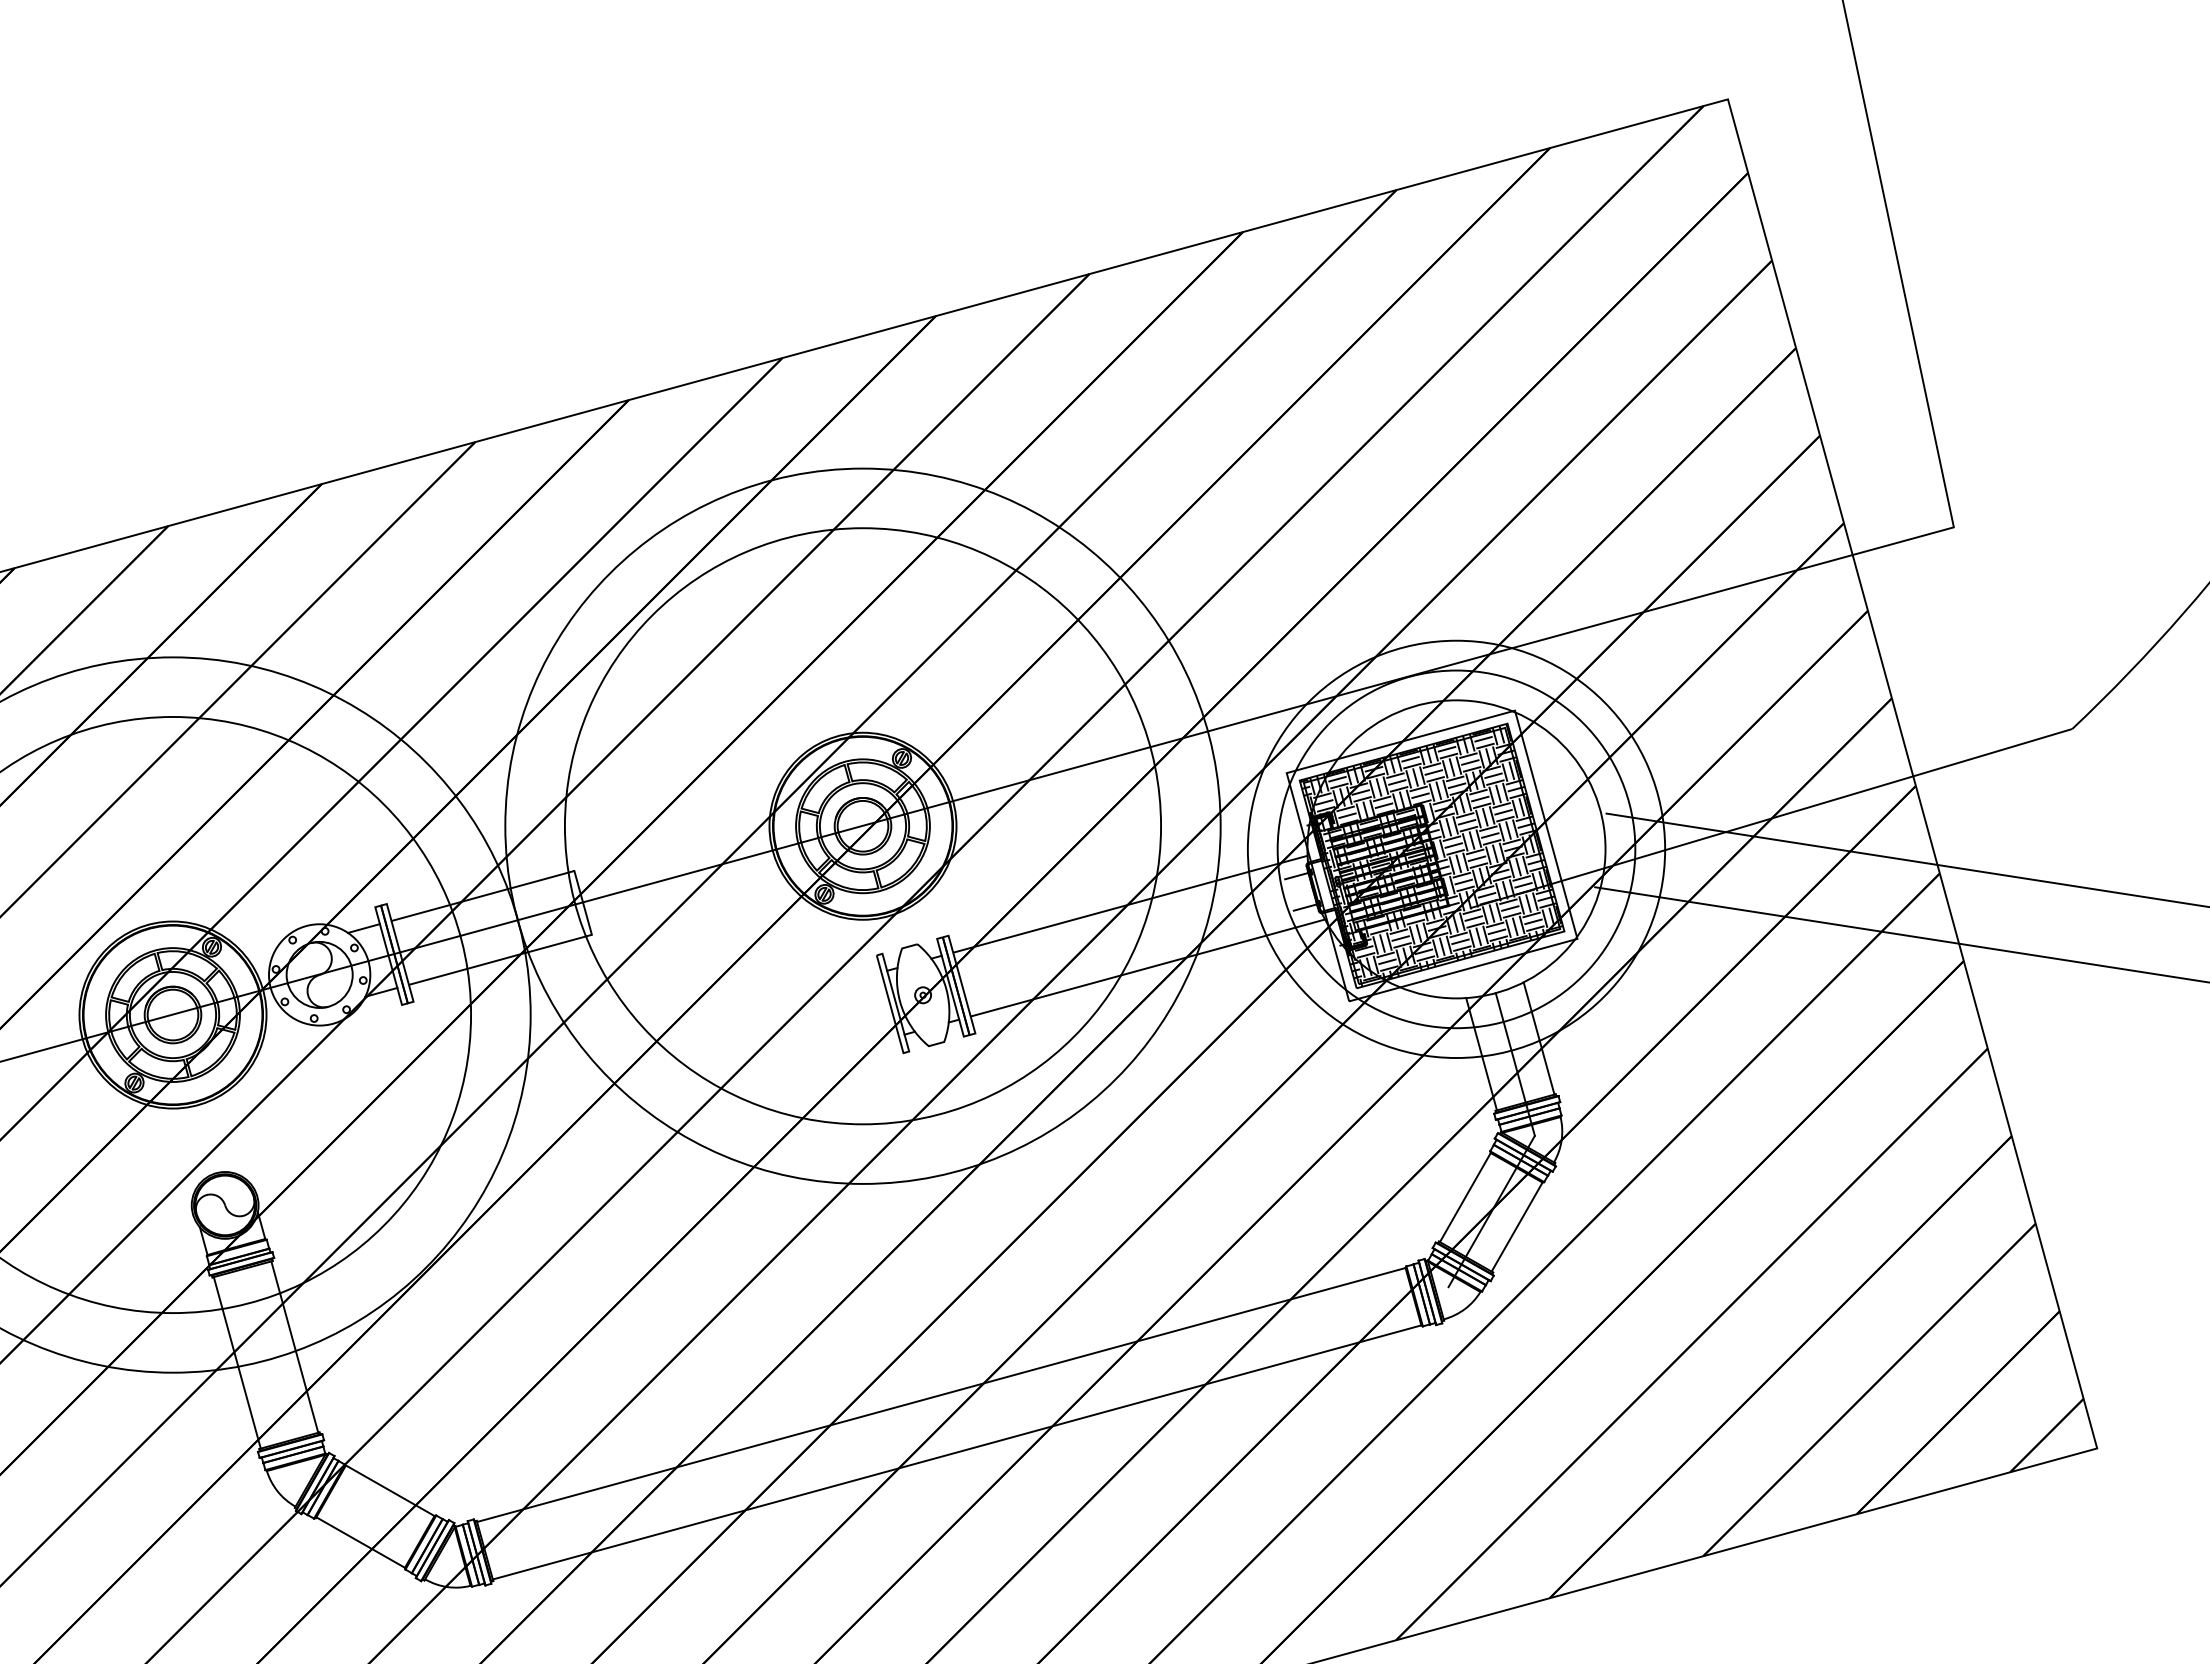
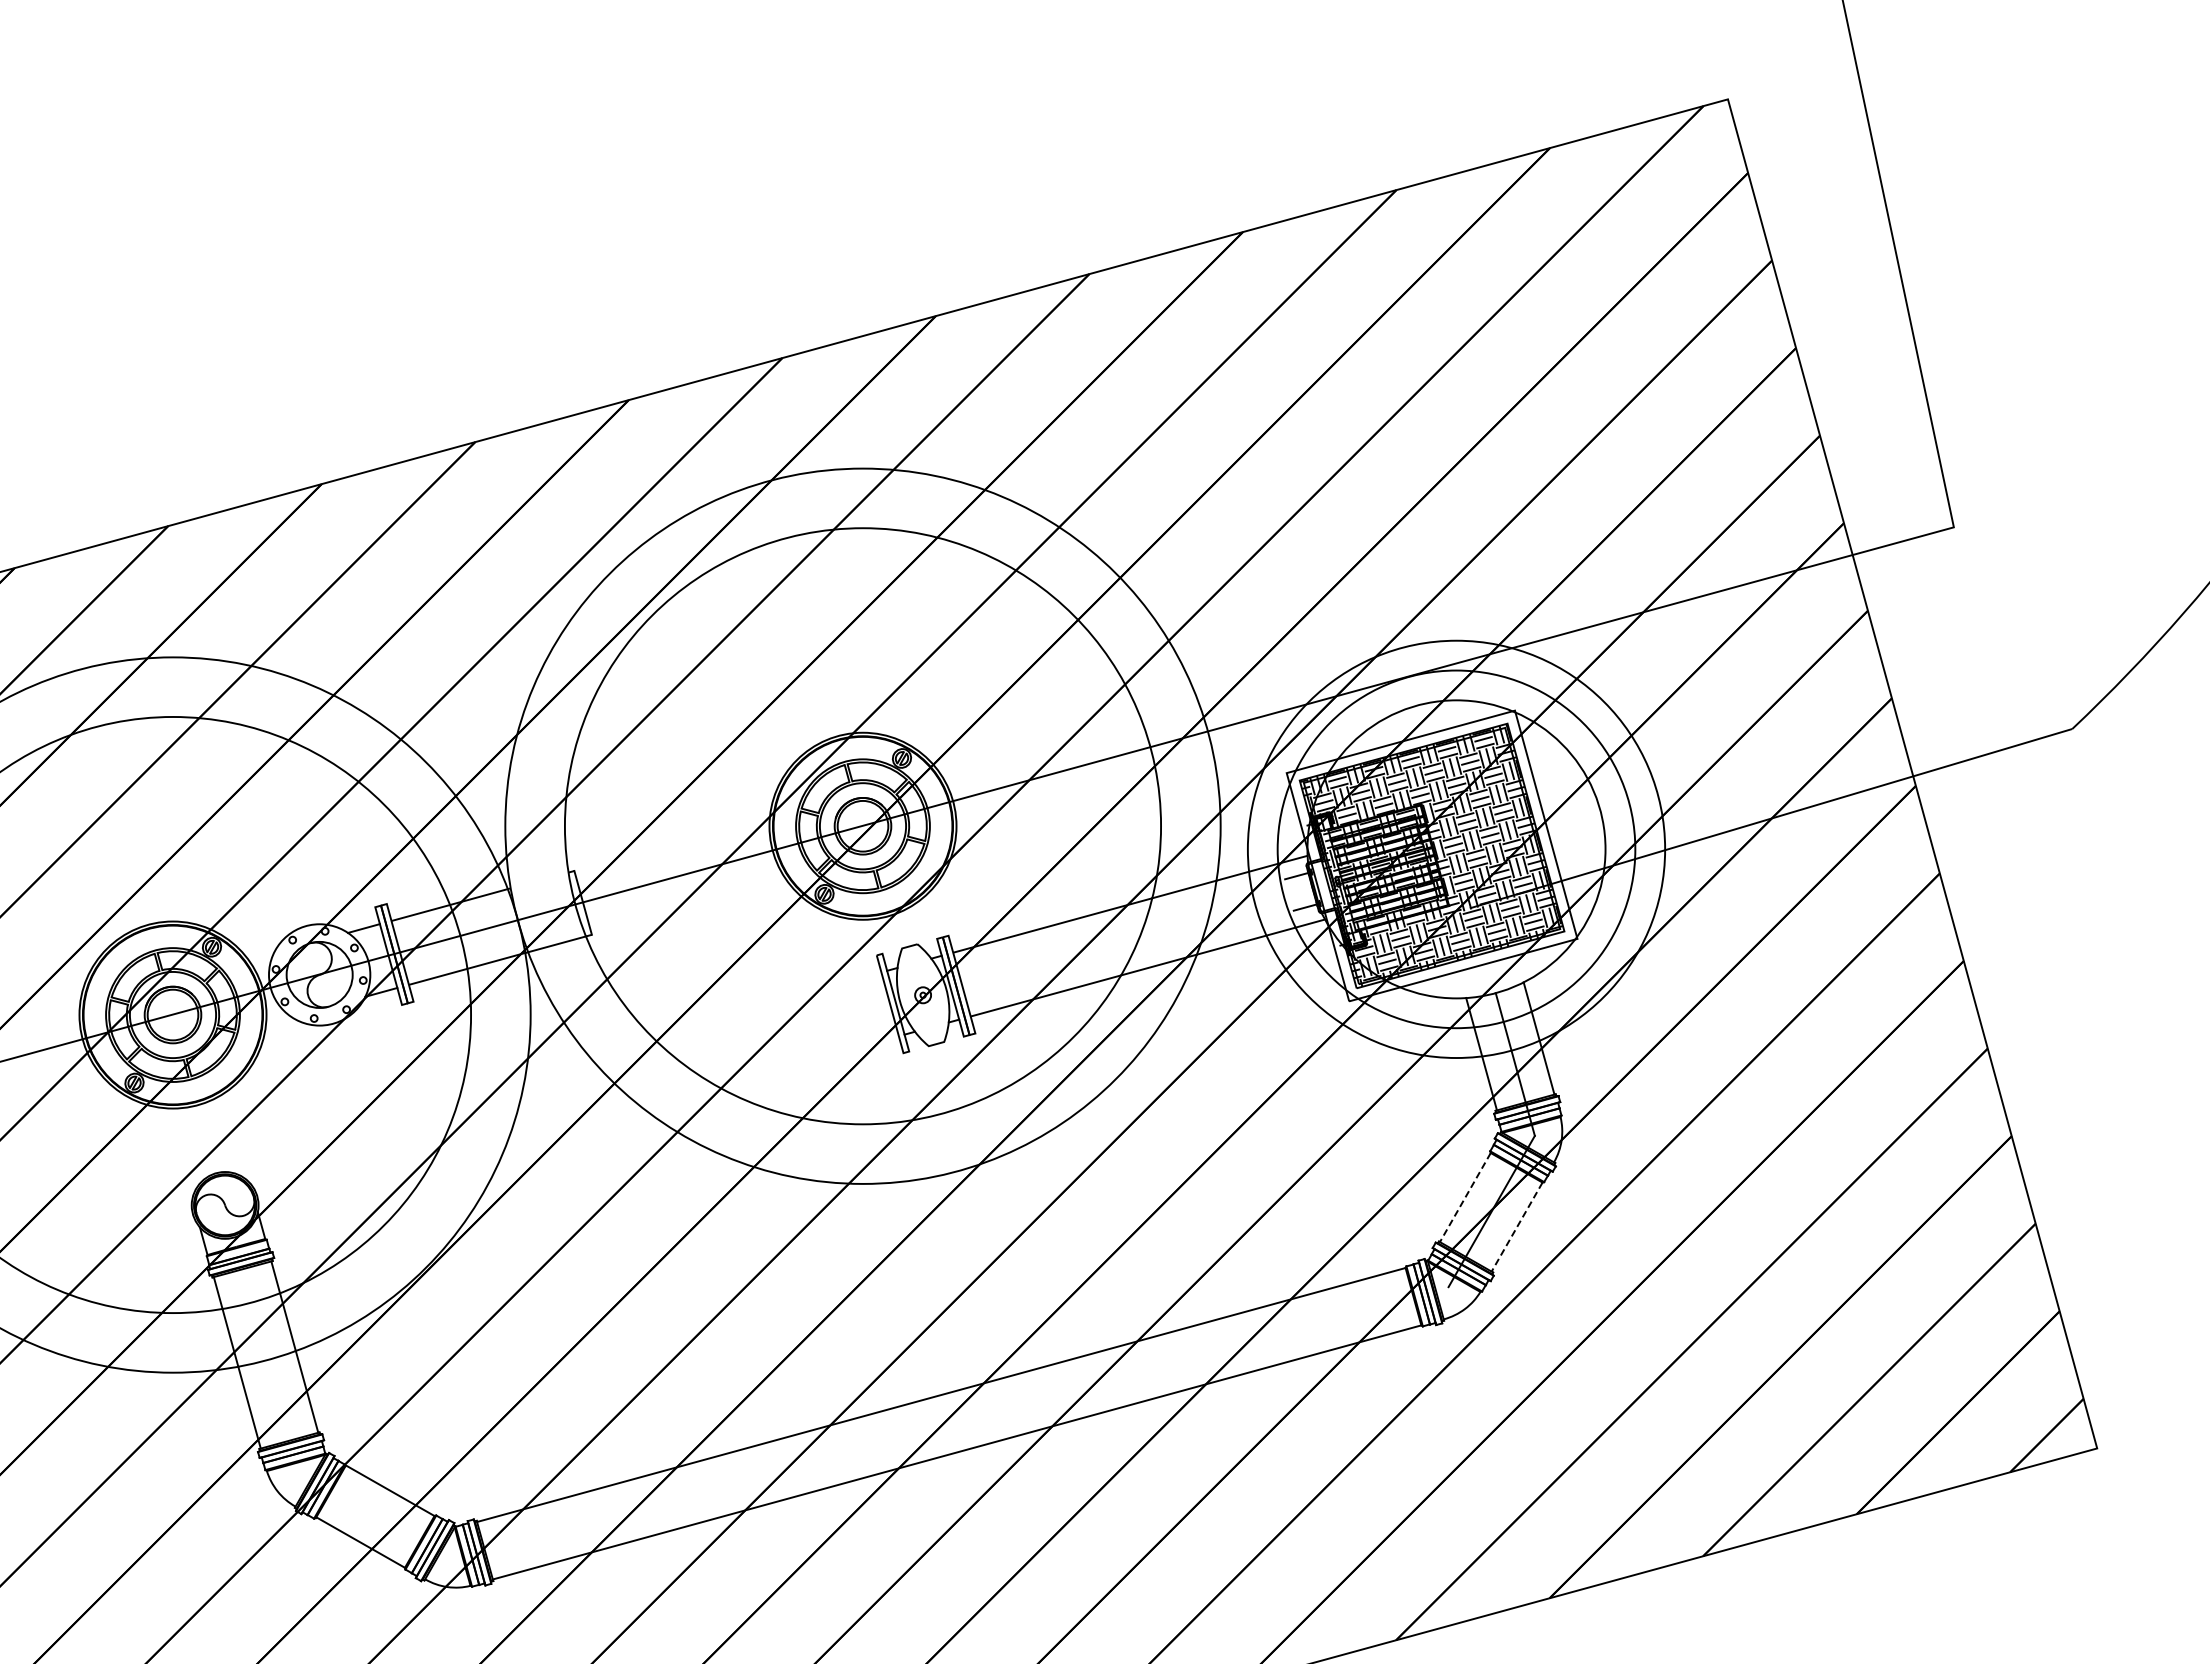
line at (1906, 859): present -> none
line at (539, 880): present -> none
line at (1900, 934): present -> none
line at (1465, 1197): solid -> dashed
line at (1516, 1227): solid -> dashed
